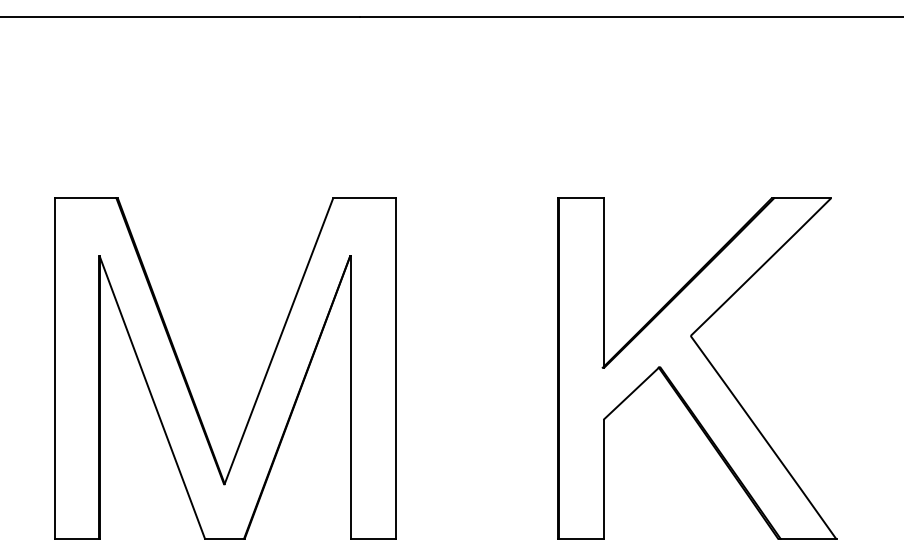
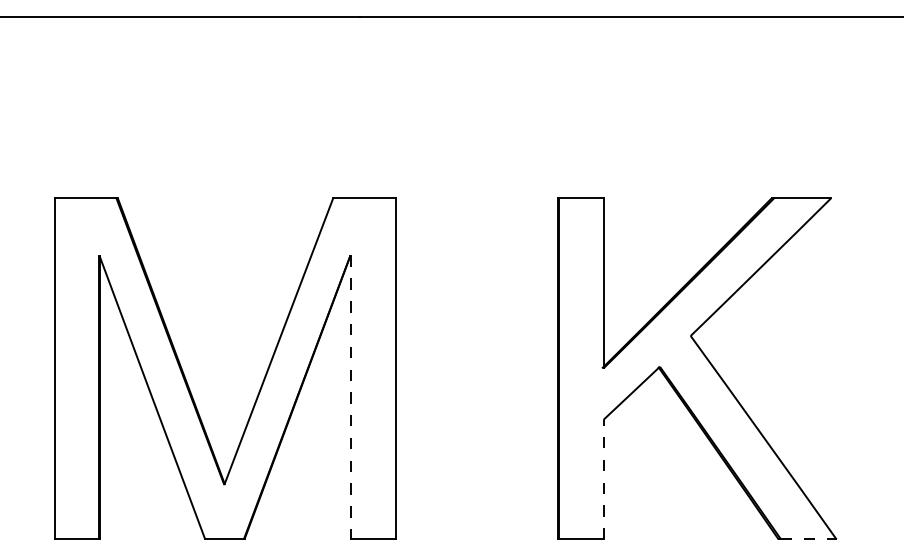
line at (351, 397): solid -> dashed
line at (603, 479): solid -> dashed
line at (808, 539): solid -> dashed
